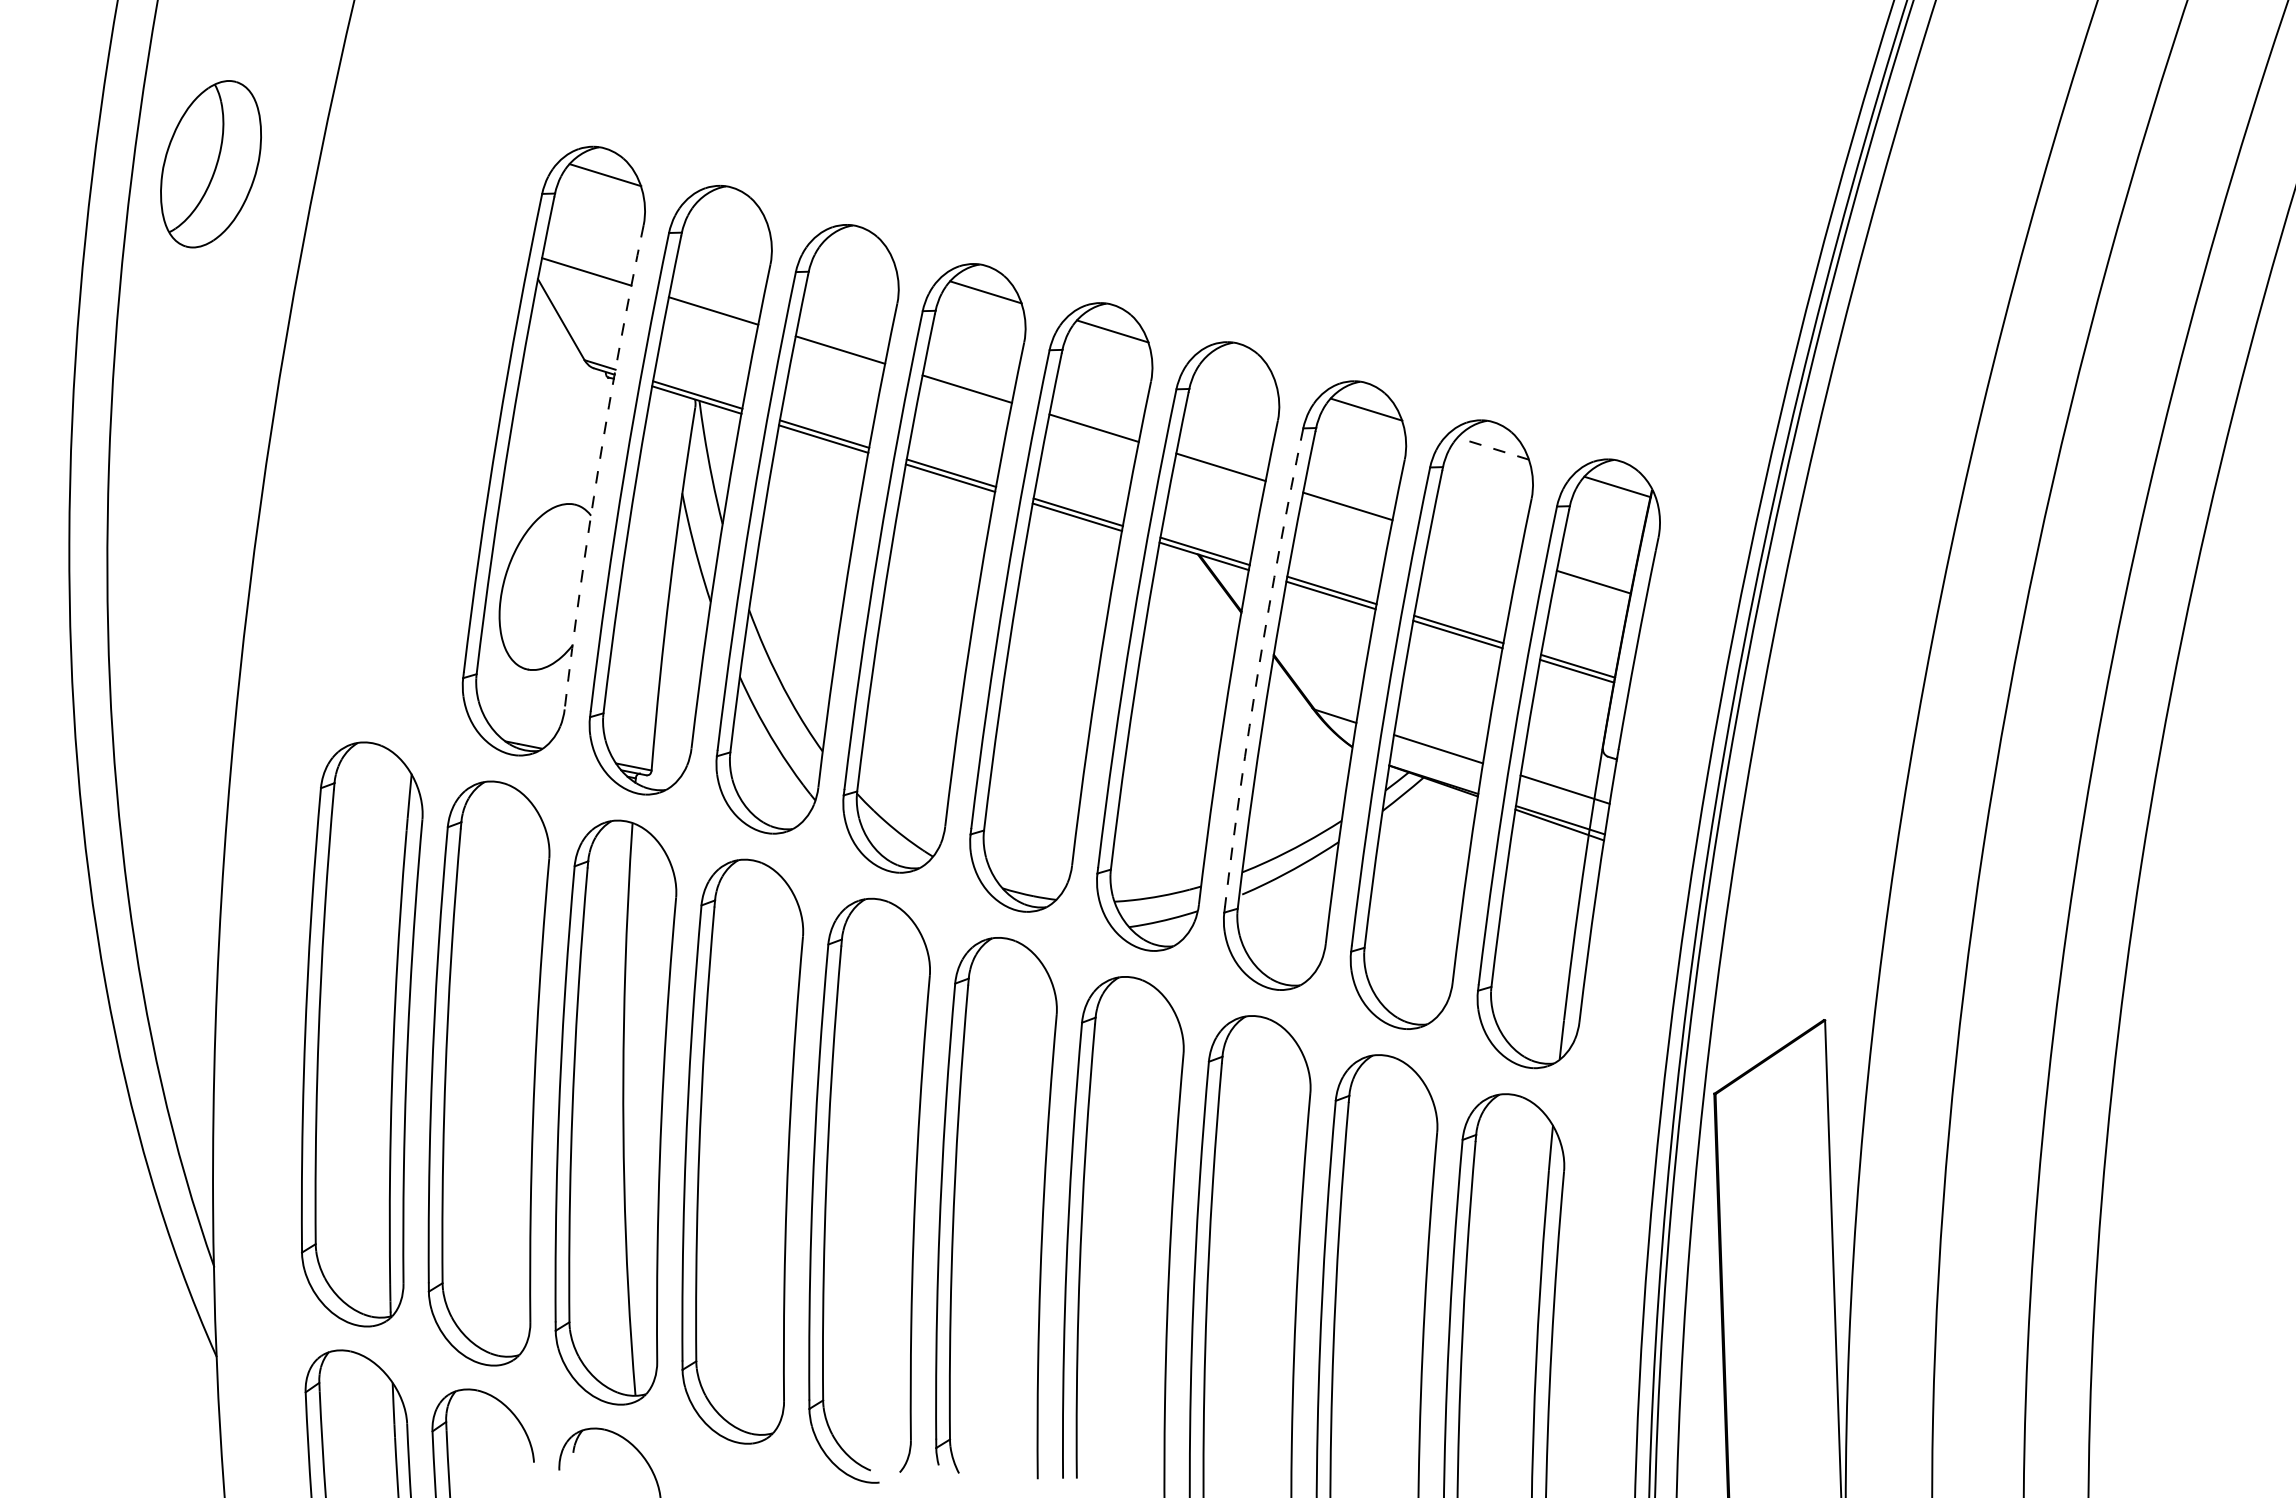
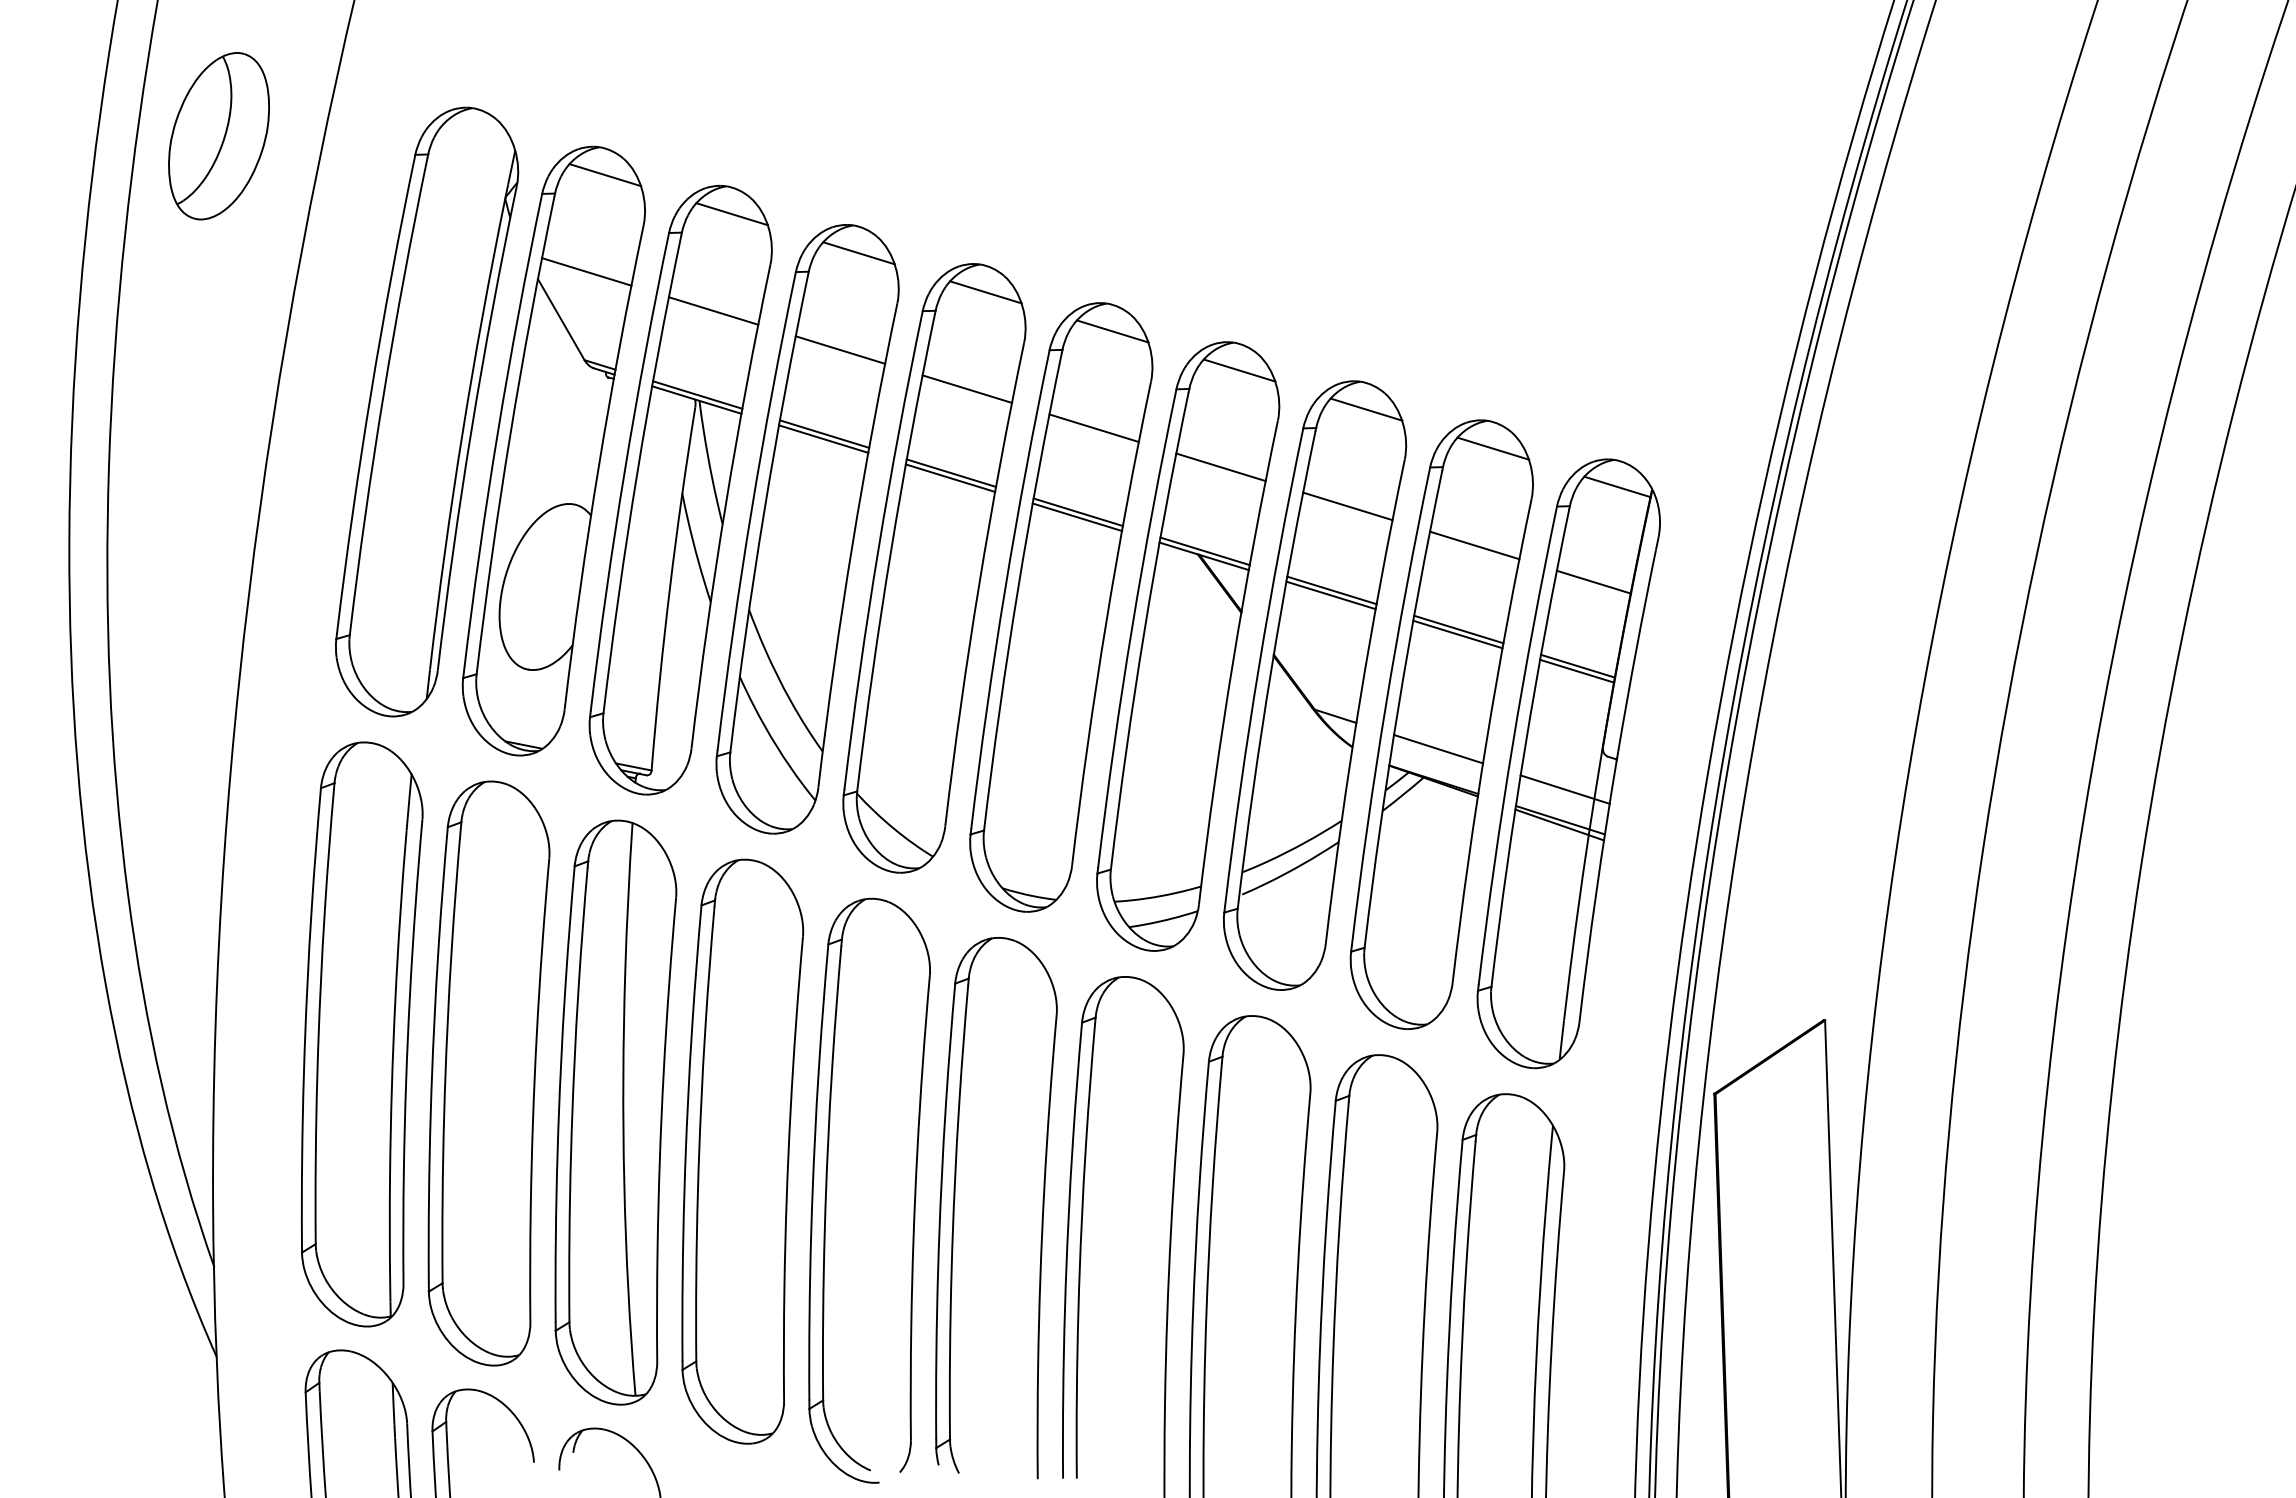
part at (210, 164) position: (210, 164) -> (218, 136)
line at (732, 214): none -> present
line at (858, 253): none -> present
line at (1239, 370): none -> present
part at (427, 411): none -> present
line at (1492, 448): dashed -> solid
arc at (598, 466): dashed -> solid
line at (1474, 545): none -> present
arc at (1258, 666): dashed -> solid
